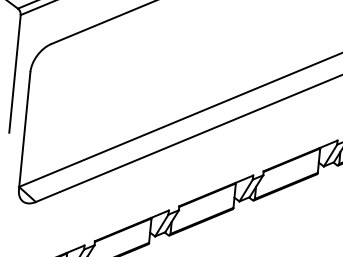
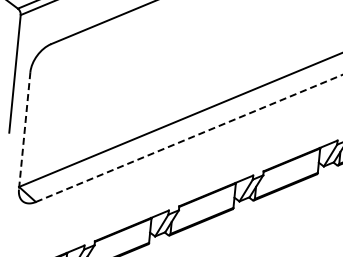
line at (24, 130): solid -> dashed
line at (189, 138): solid -> dashed
